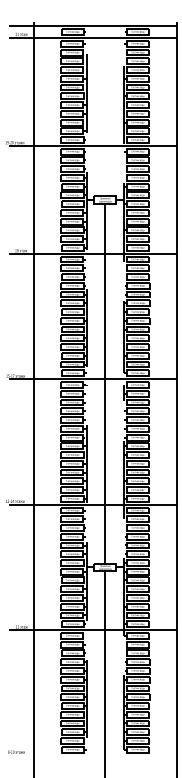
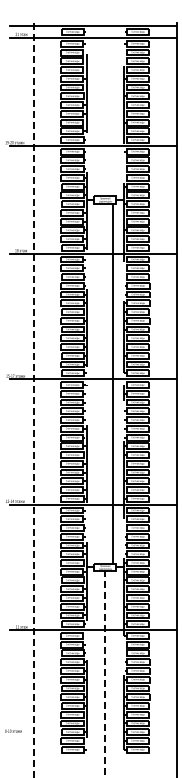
line at (105, 383) position: (105, 383) -> (113, 383)
line at (34, 400): solid -> dashed
line at (105, 674): solid -> dashed
text at (16, 751) position: (16, 751) -> (13, 730)
